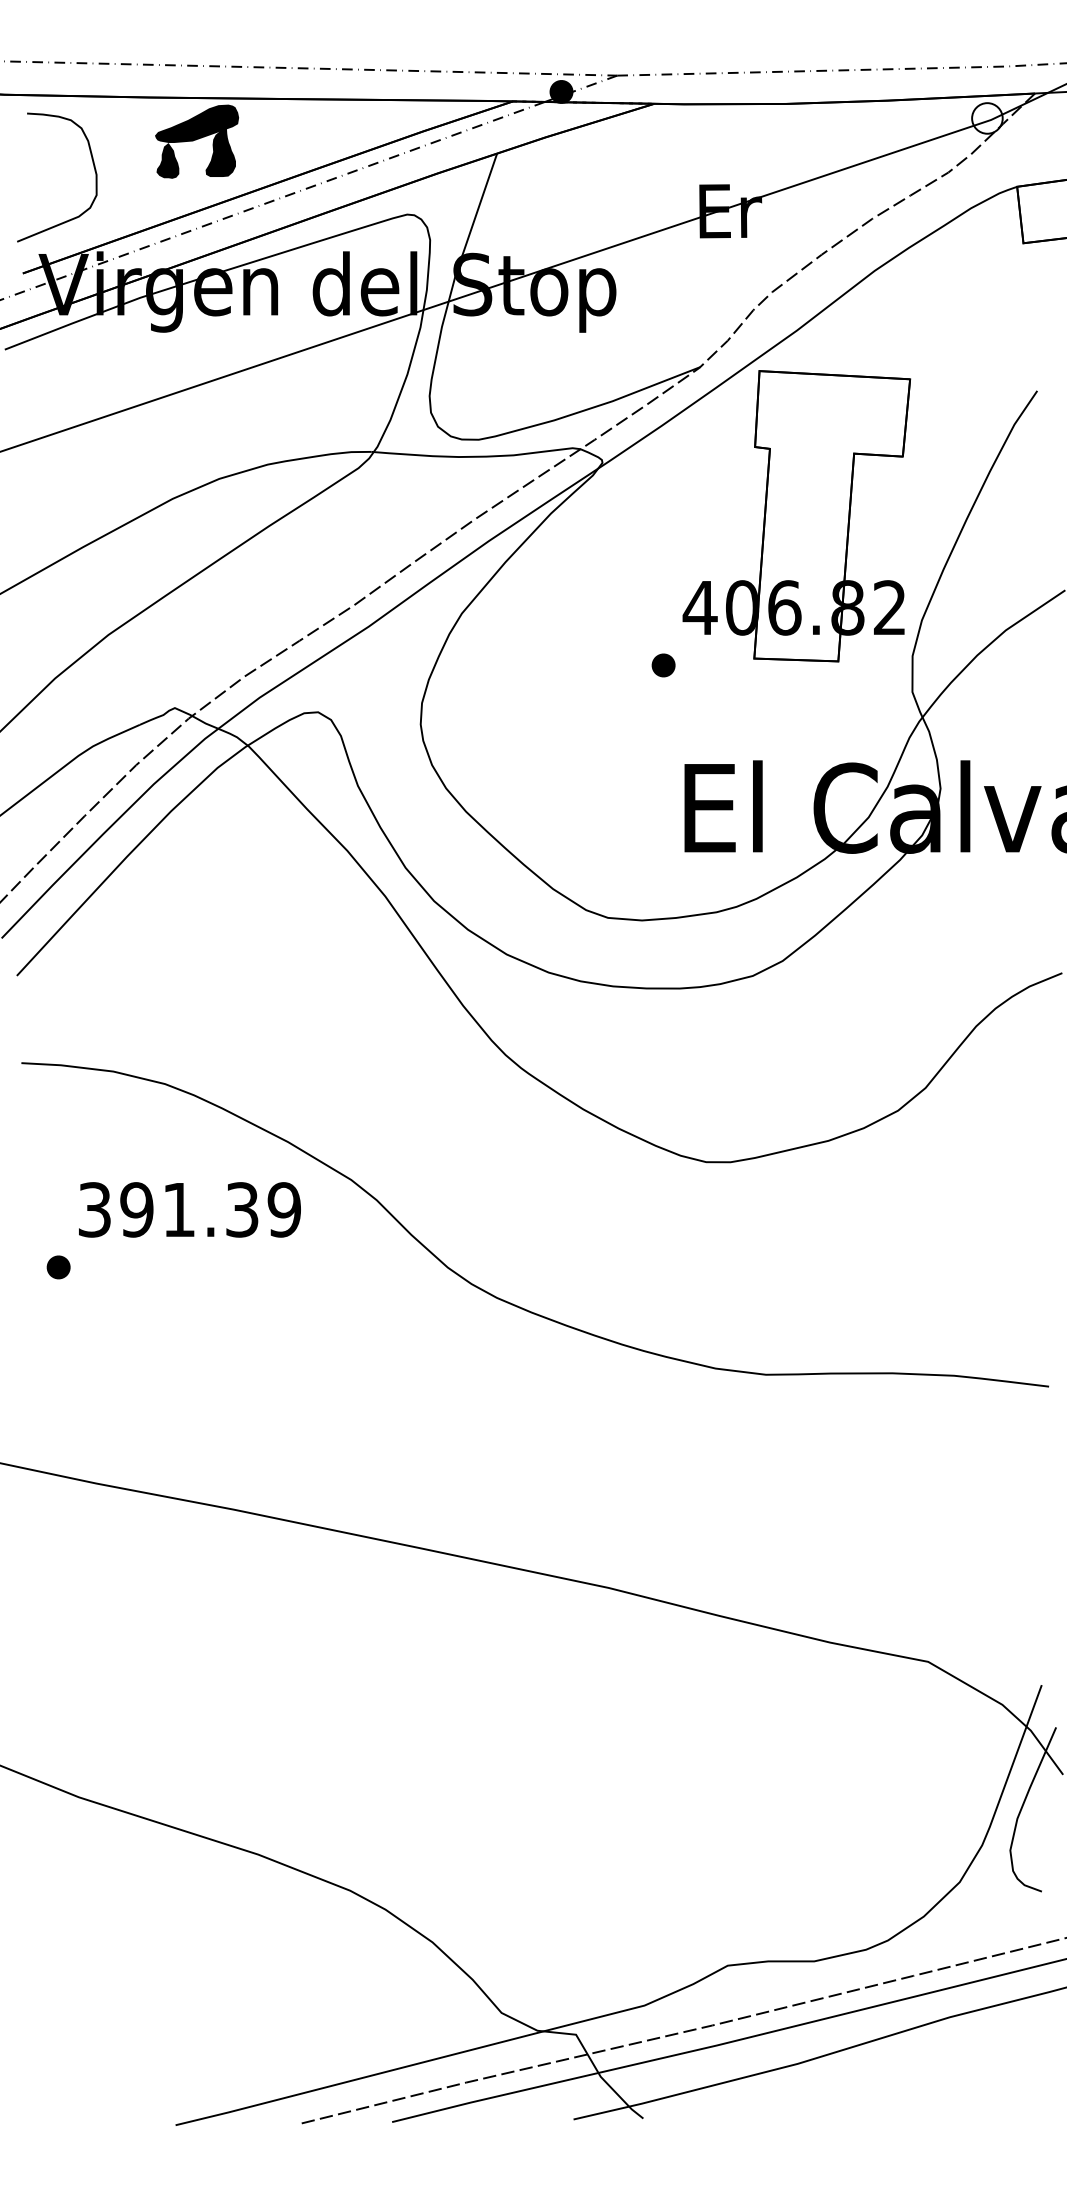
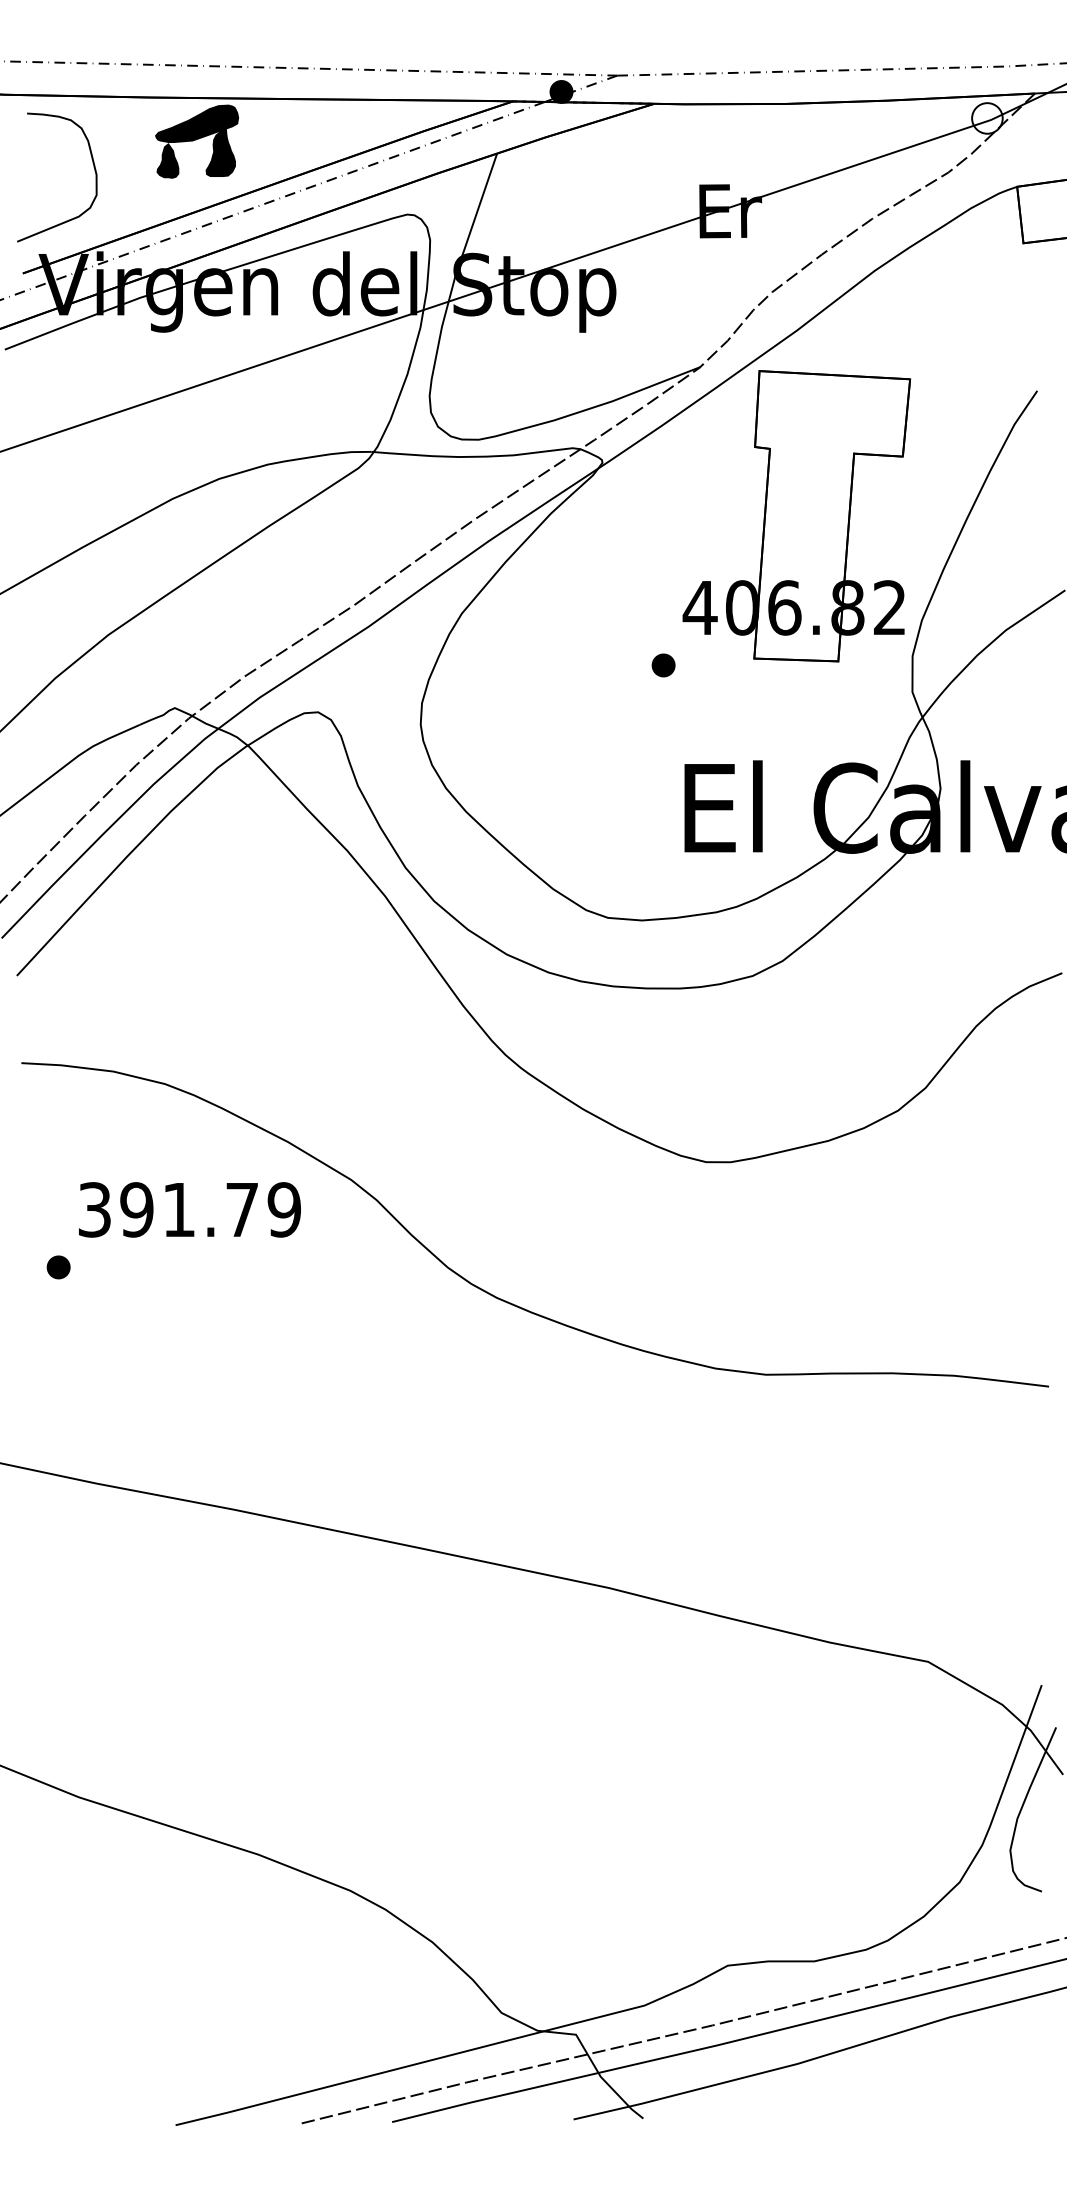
text at (242, 1209): 391.39 -> 391.79
